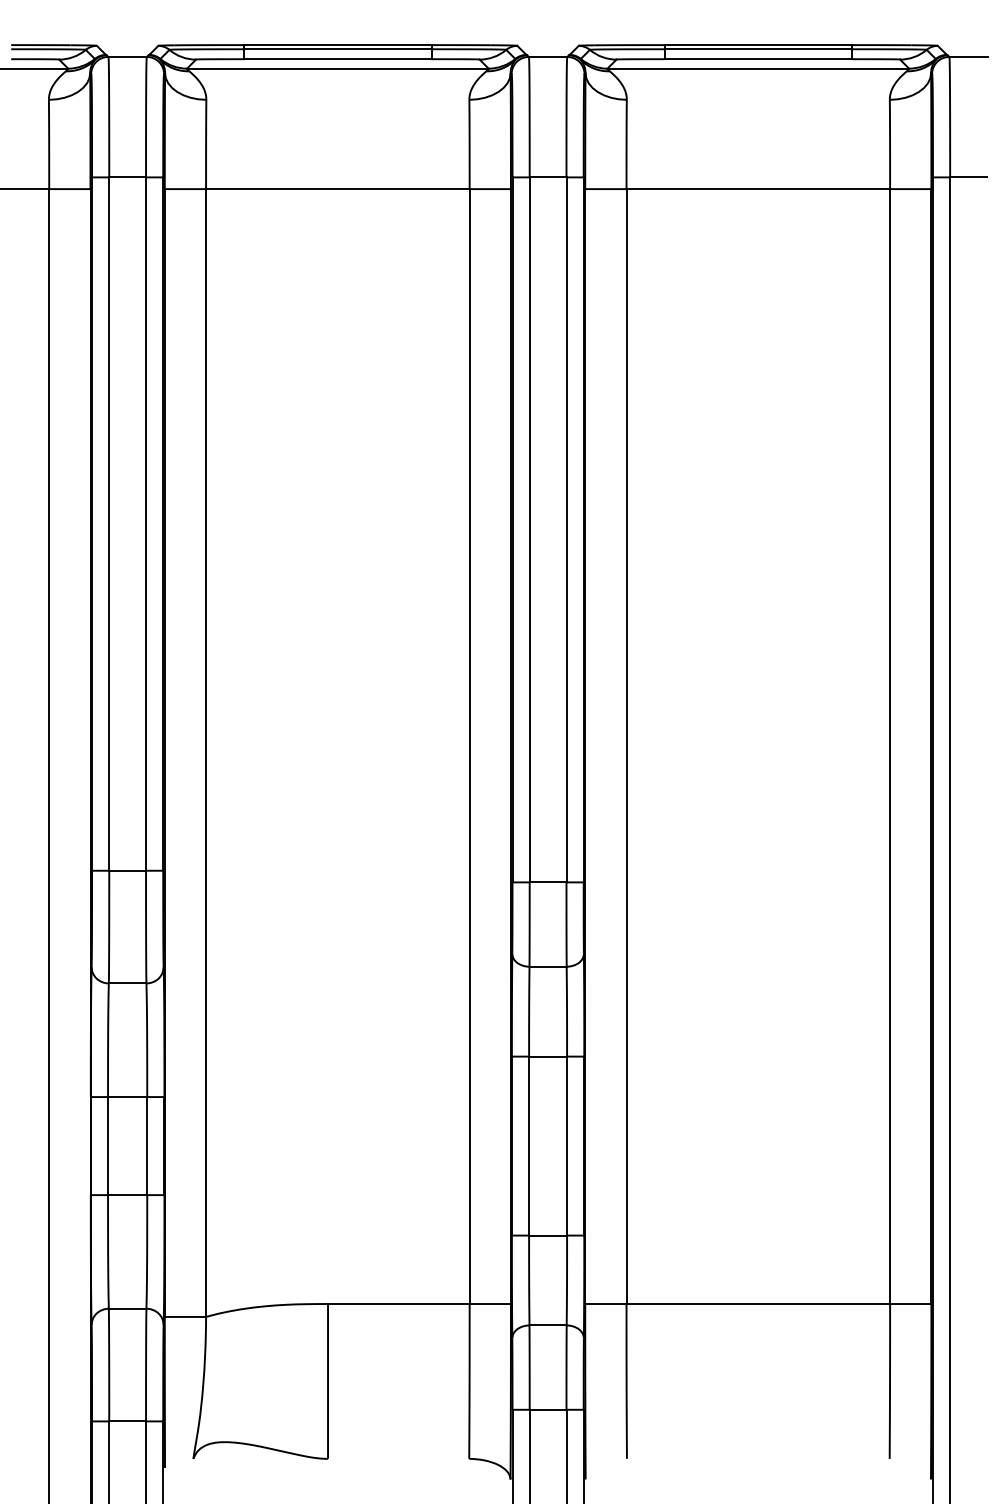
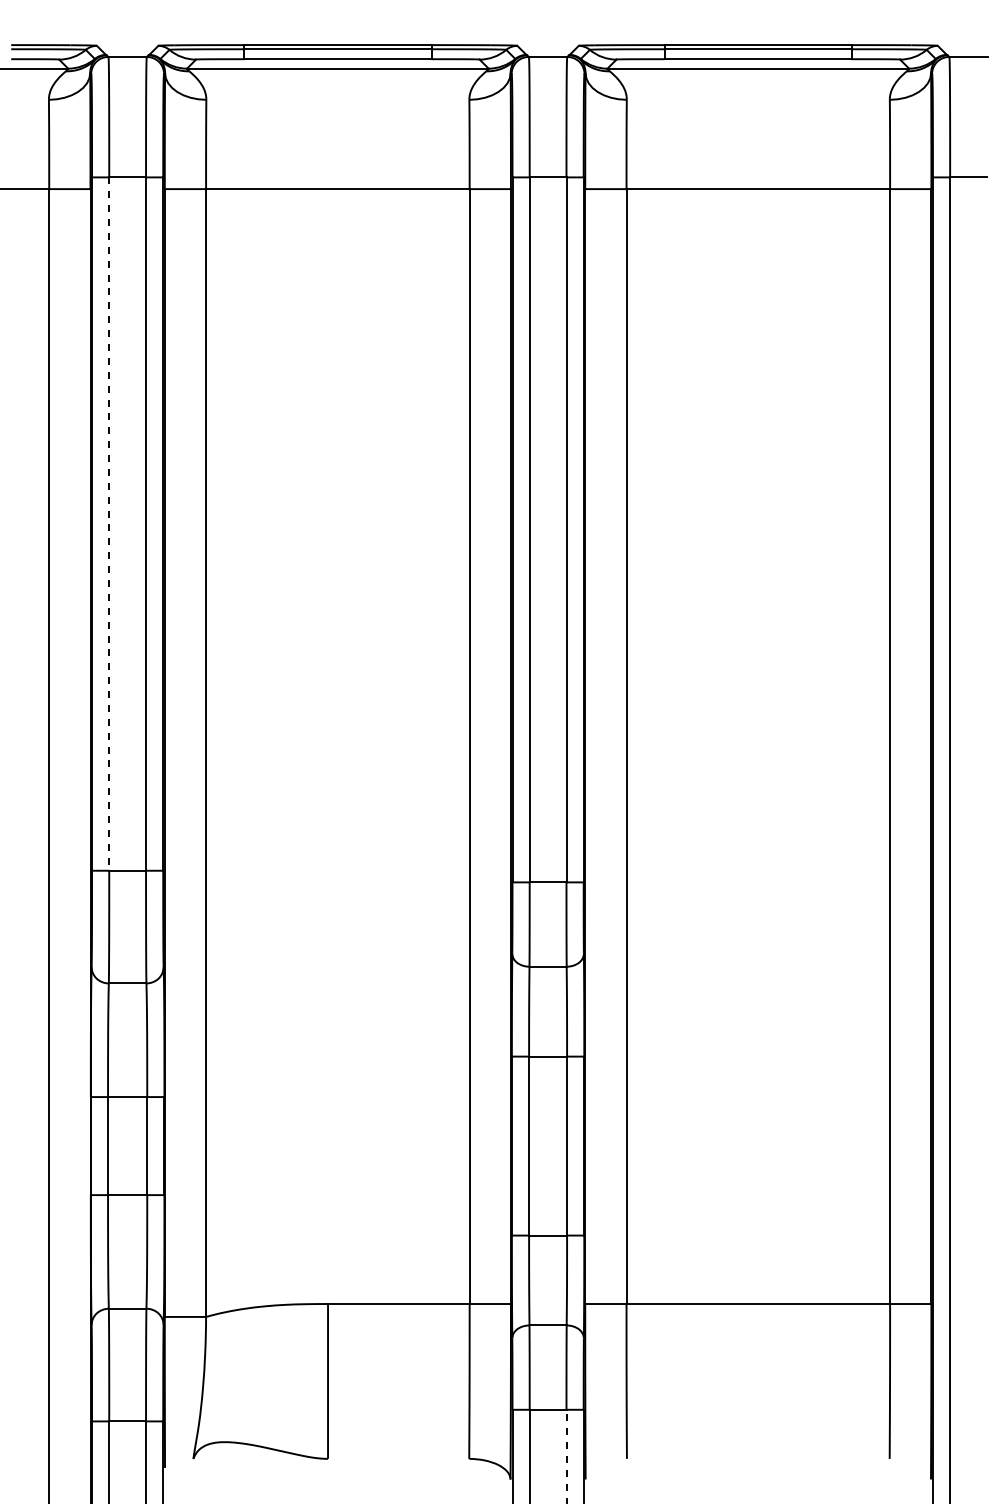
line at (109, 524): solid -> dashed
line at (566, 1456): solid -> dashed
